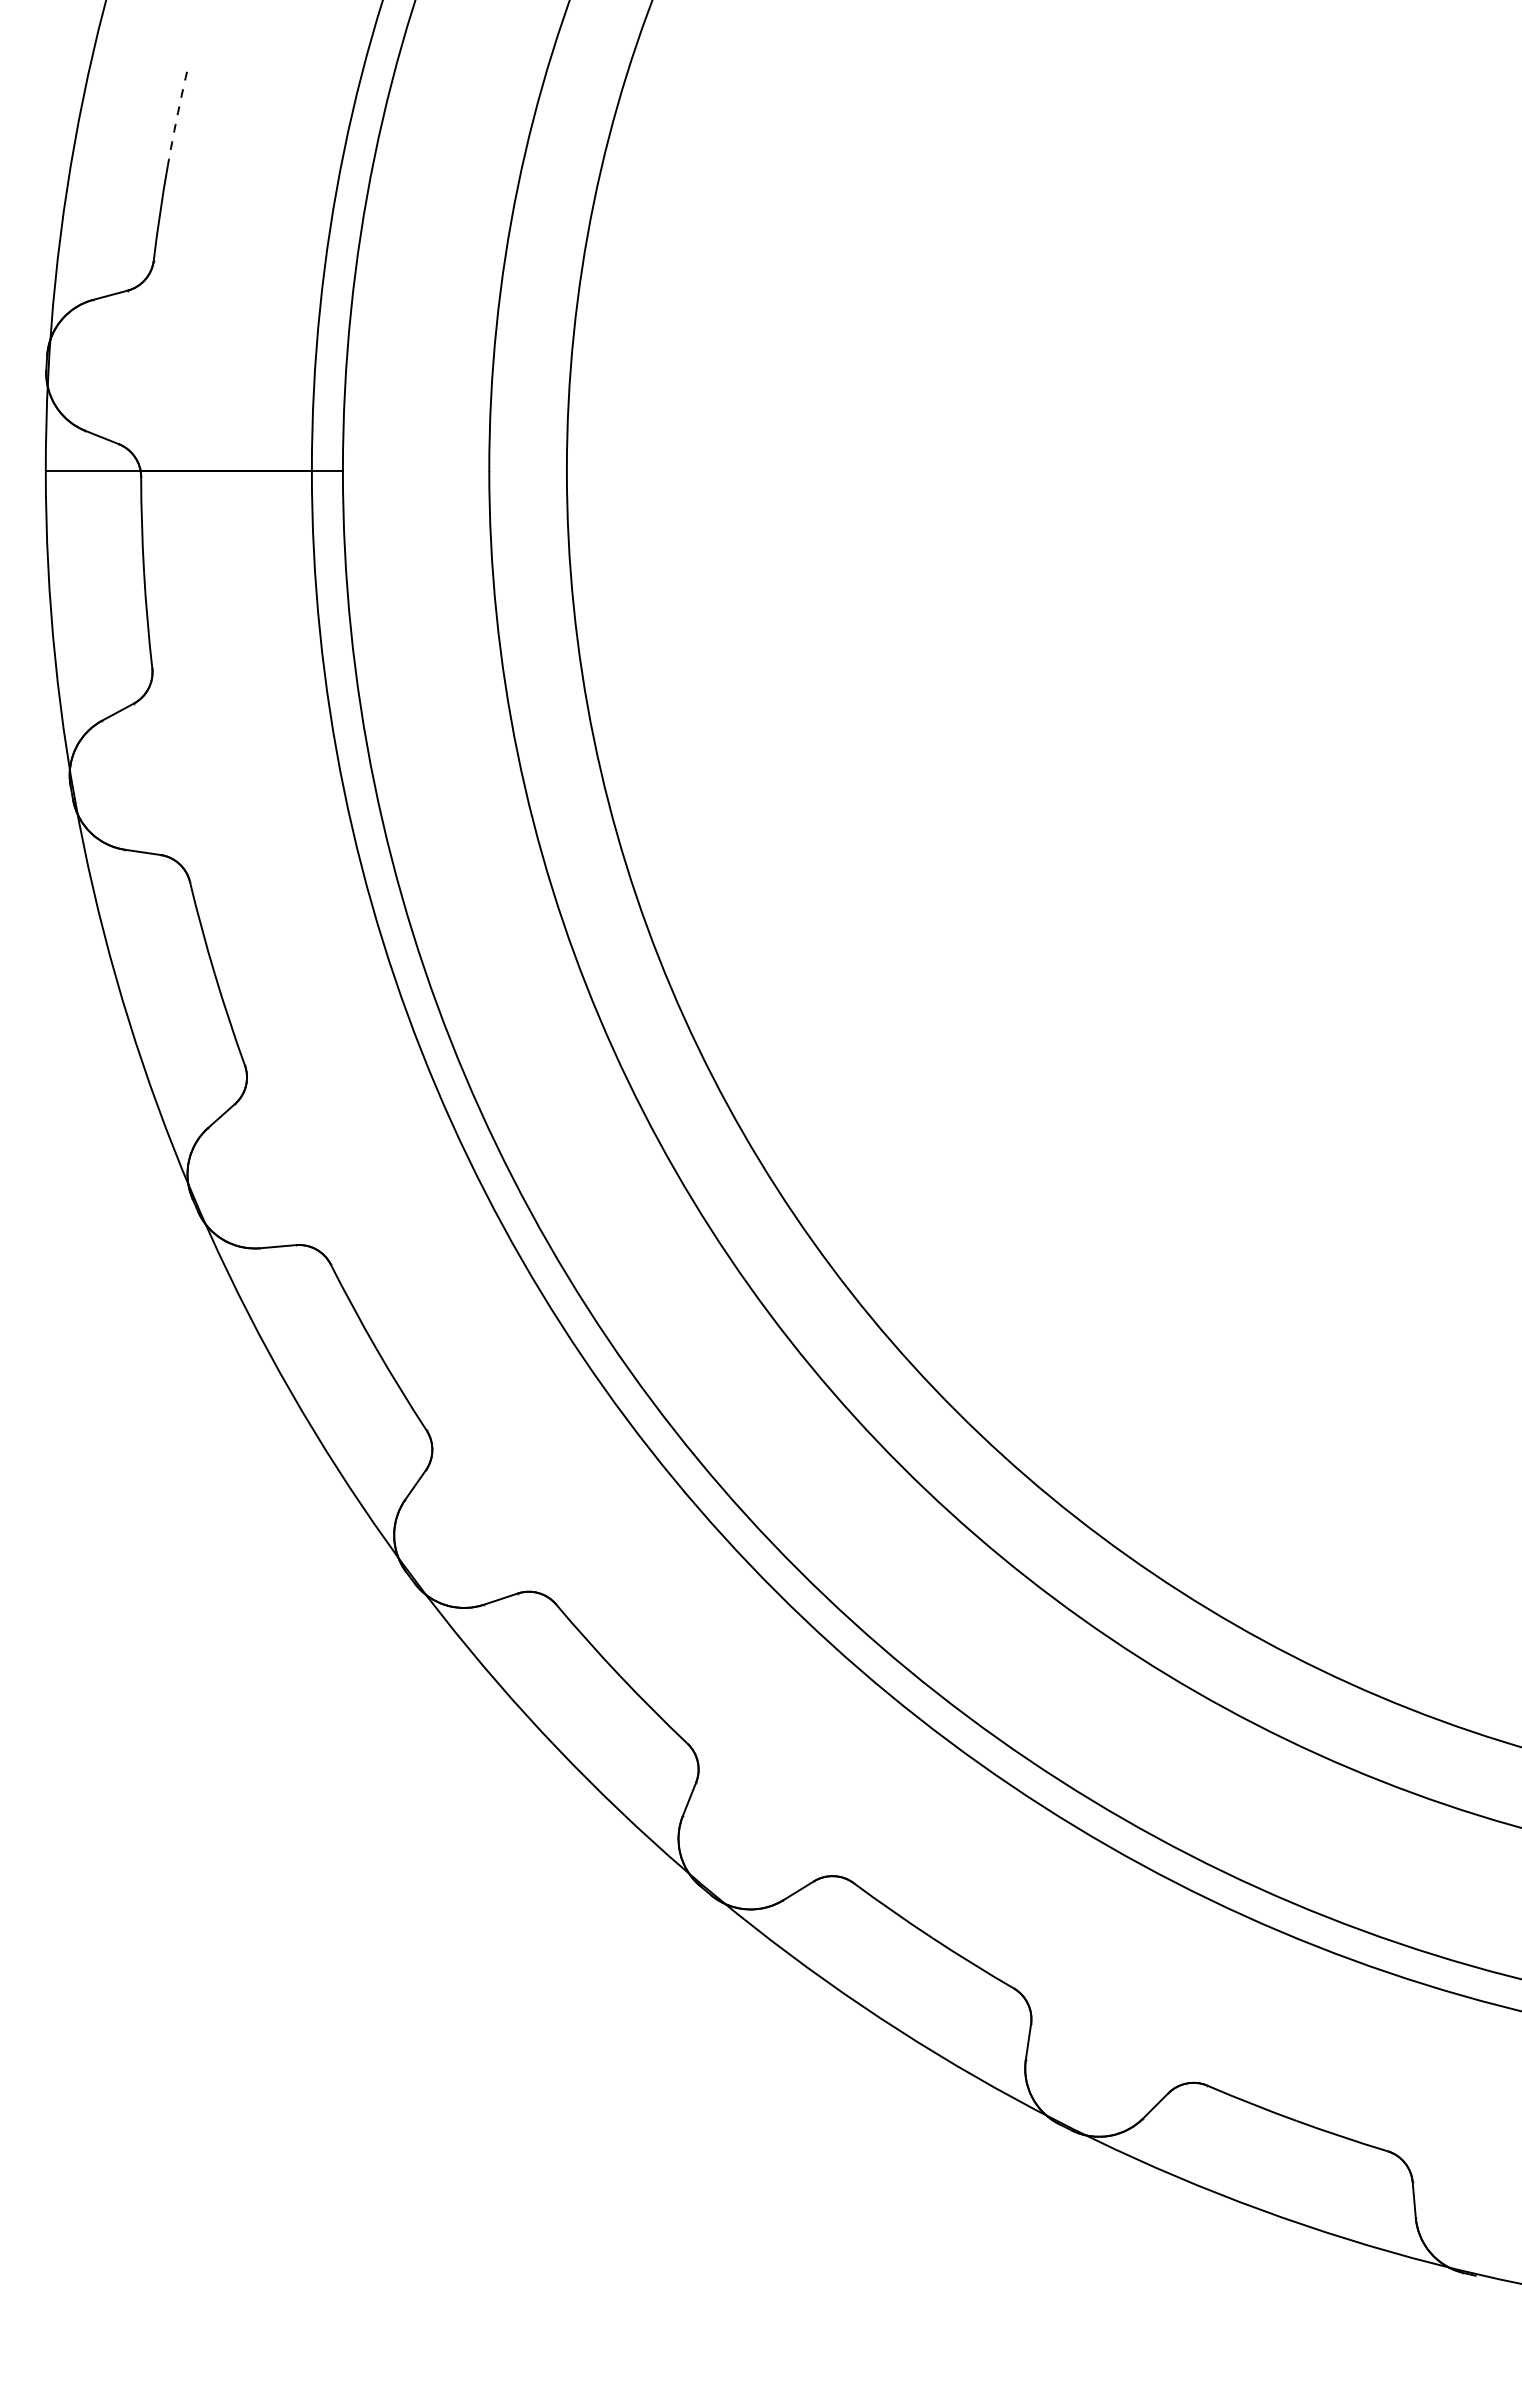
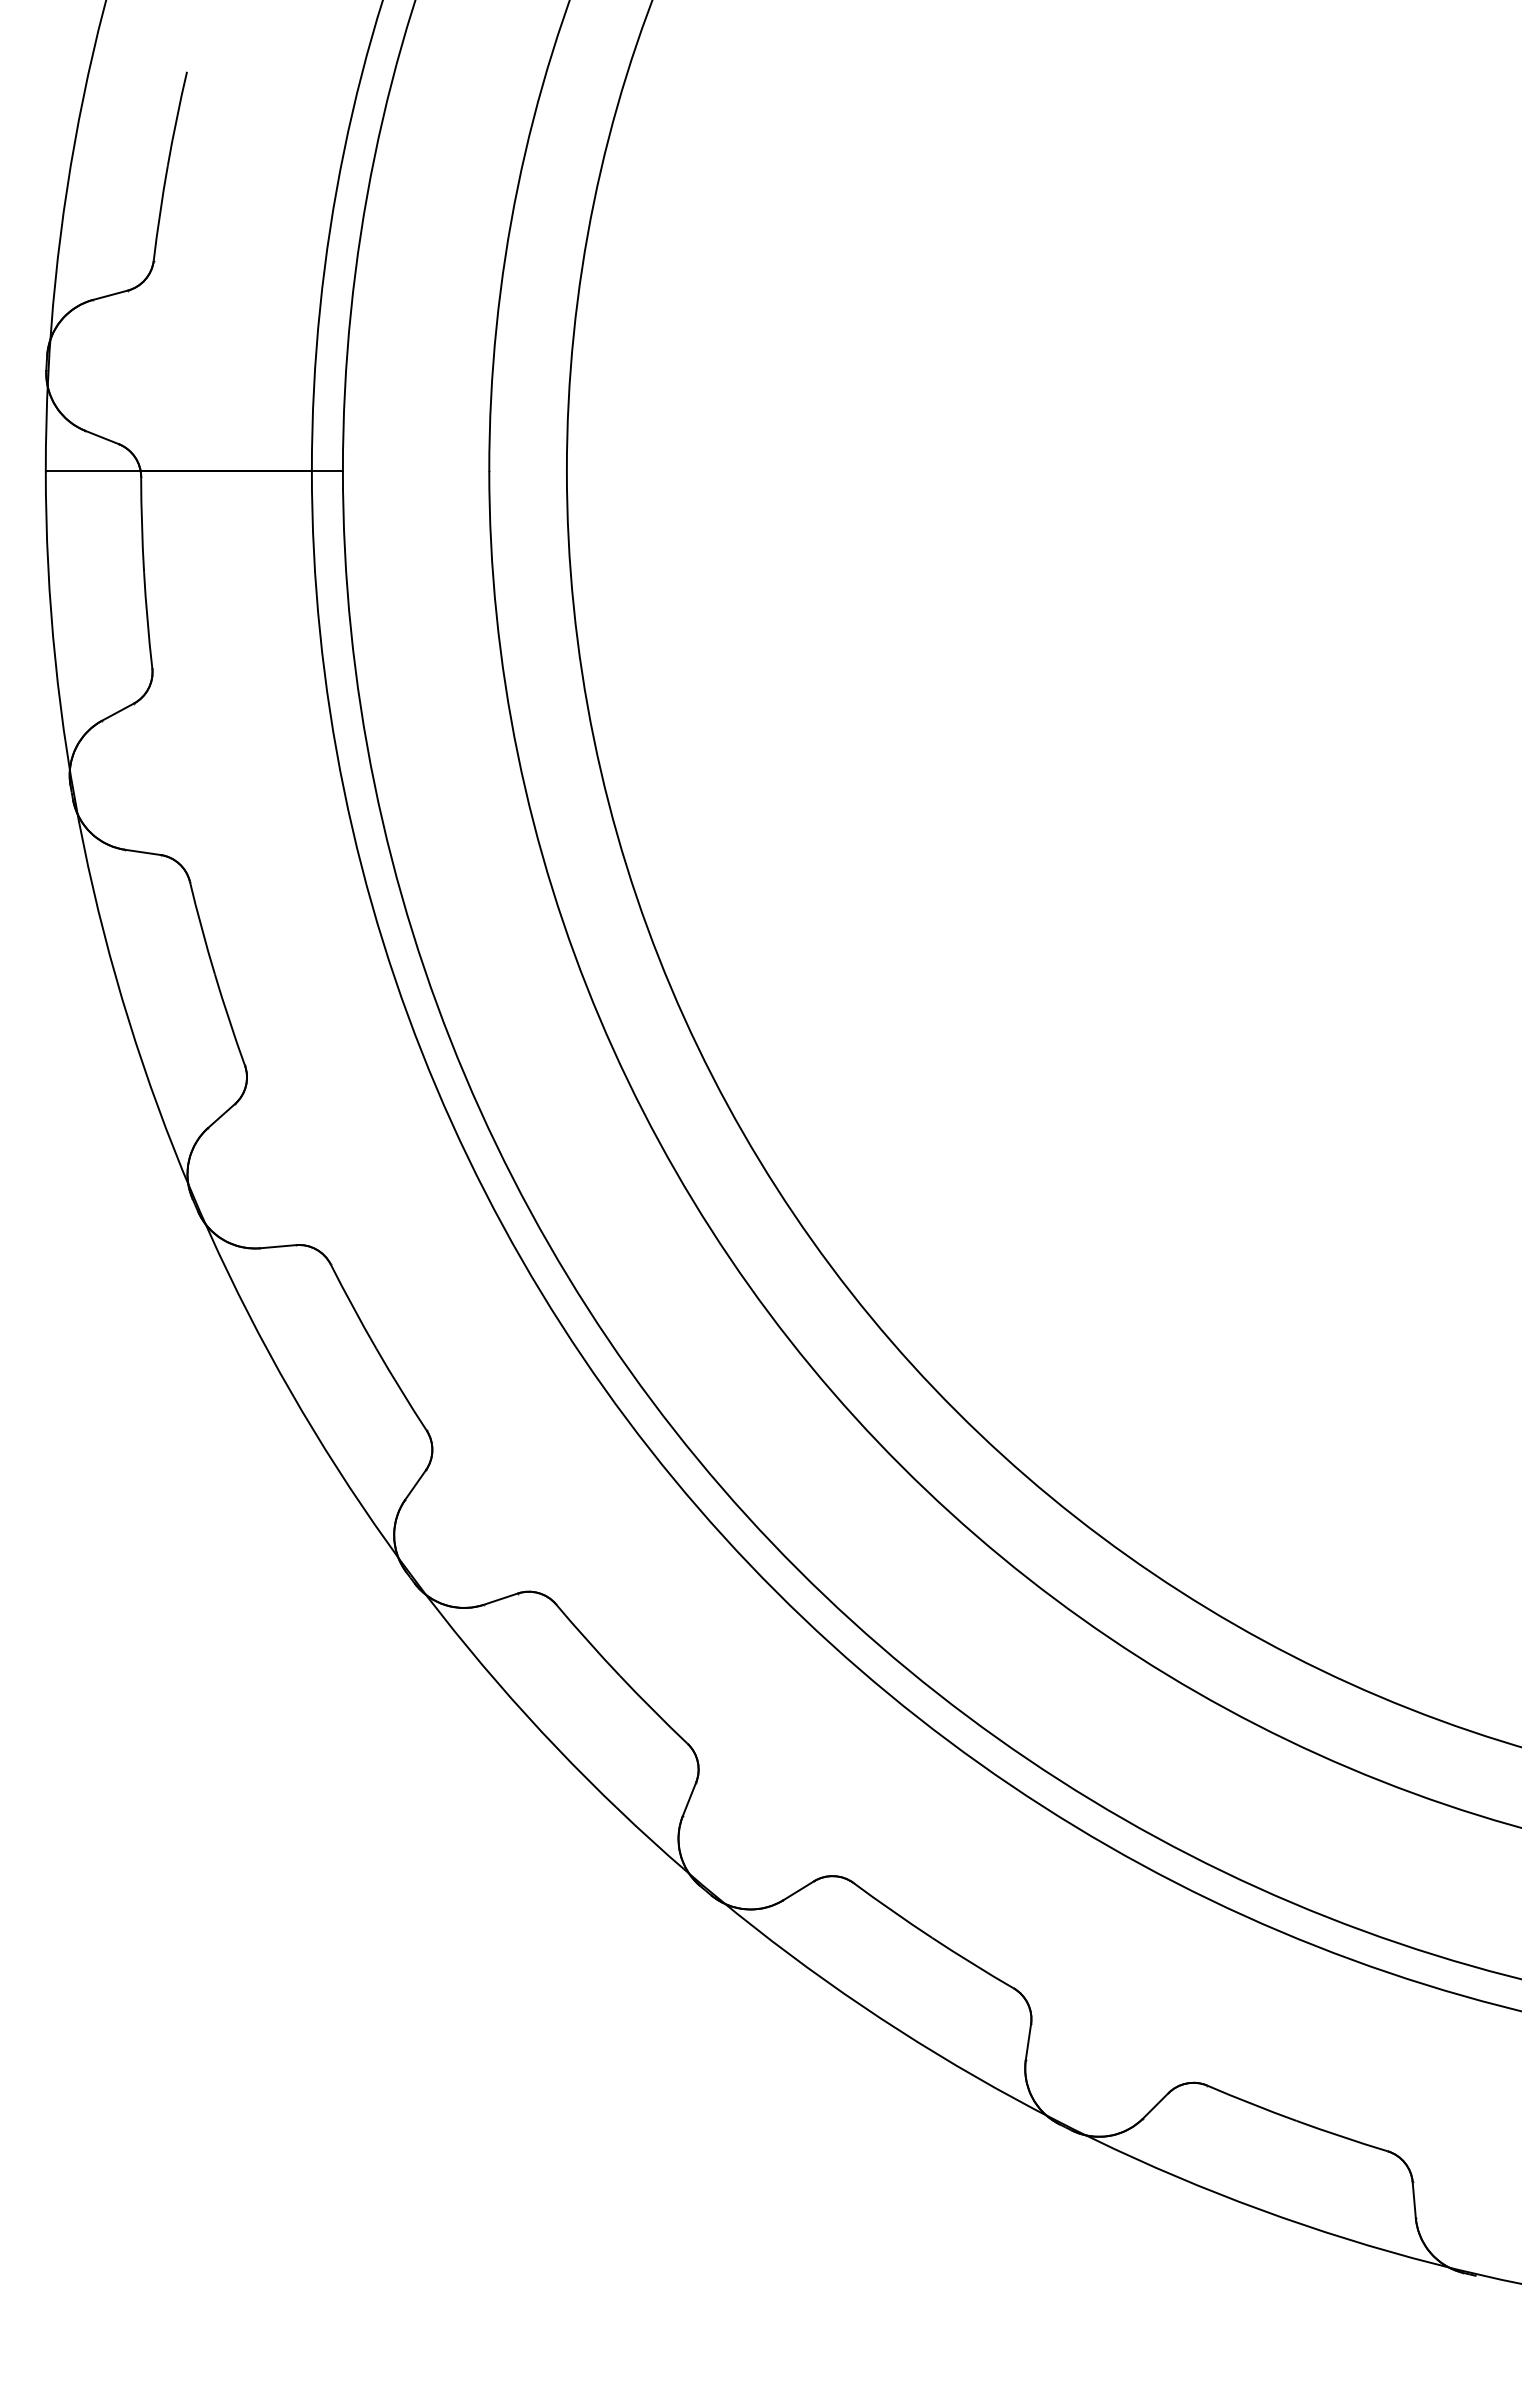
arc at (176, 118): dashed -> solid
